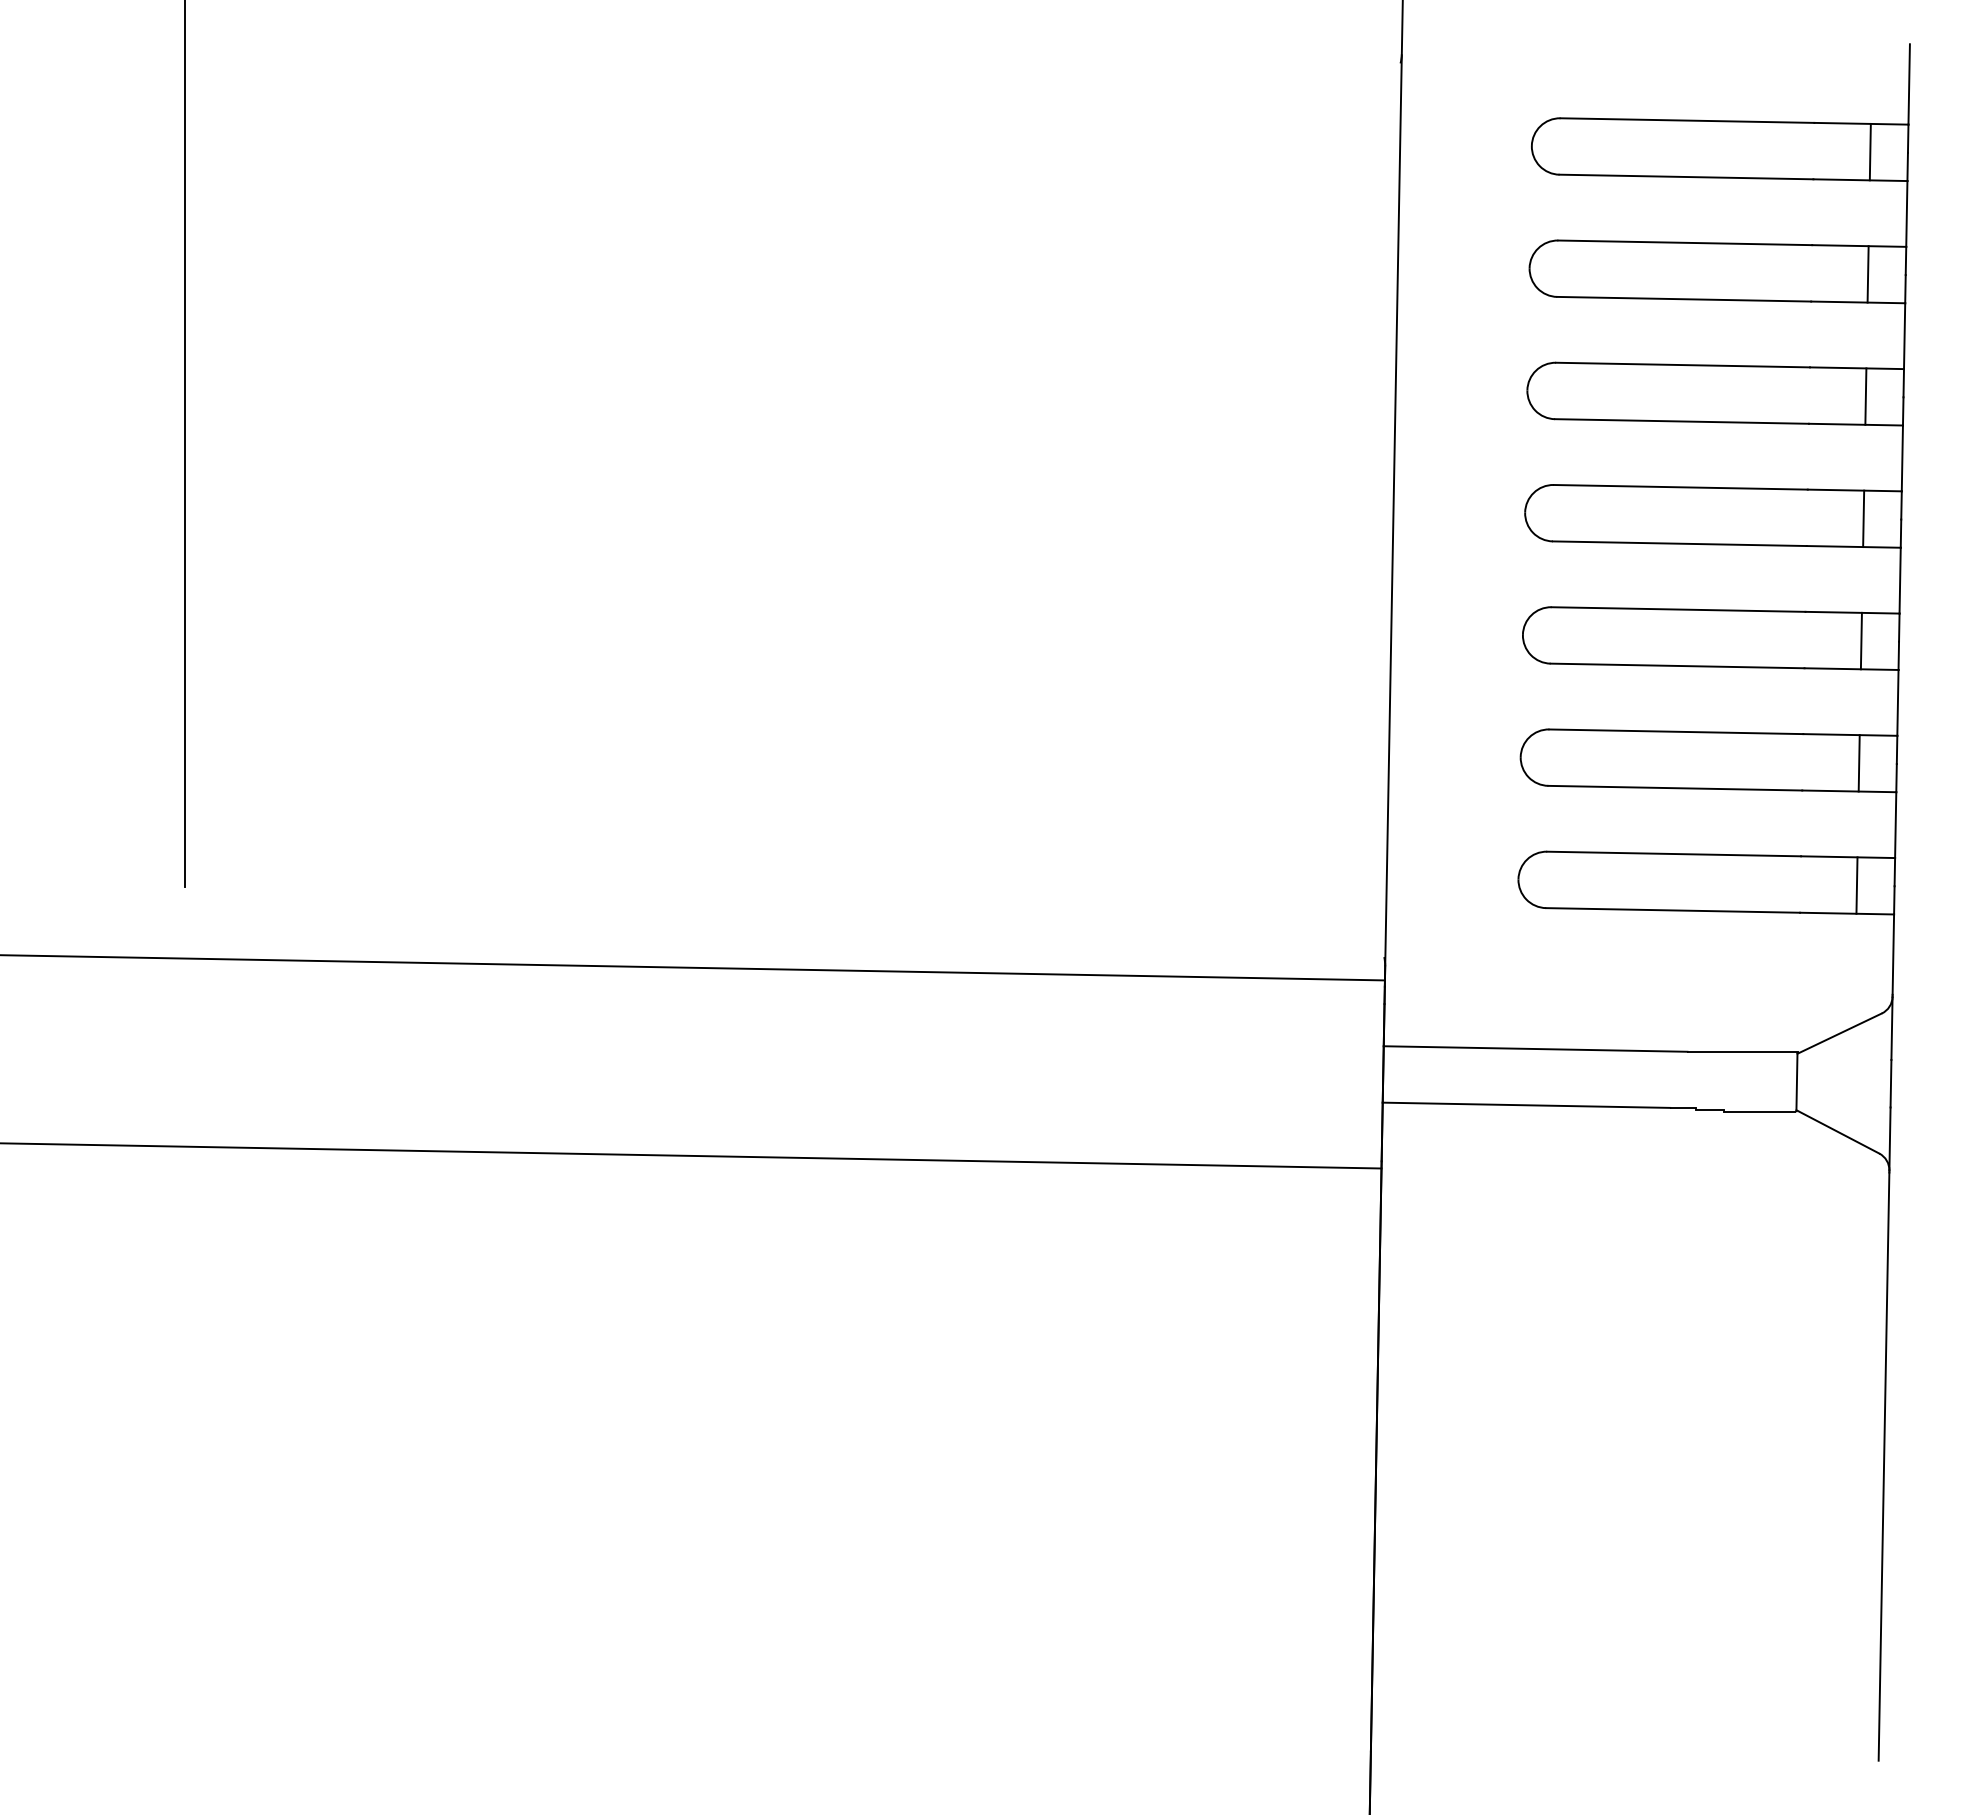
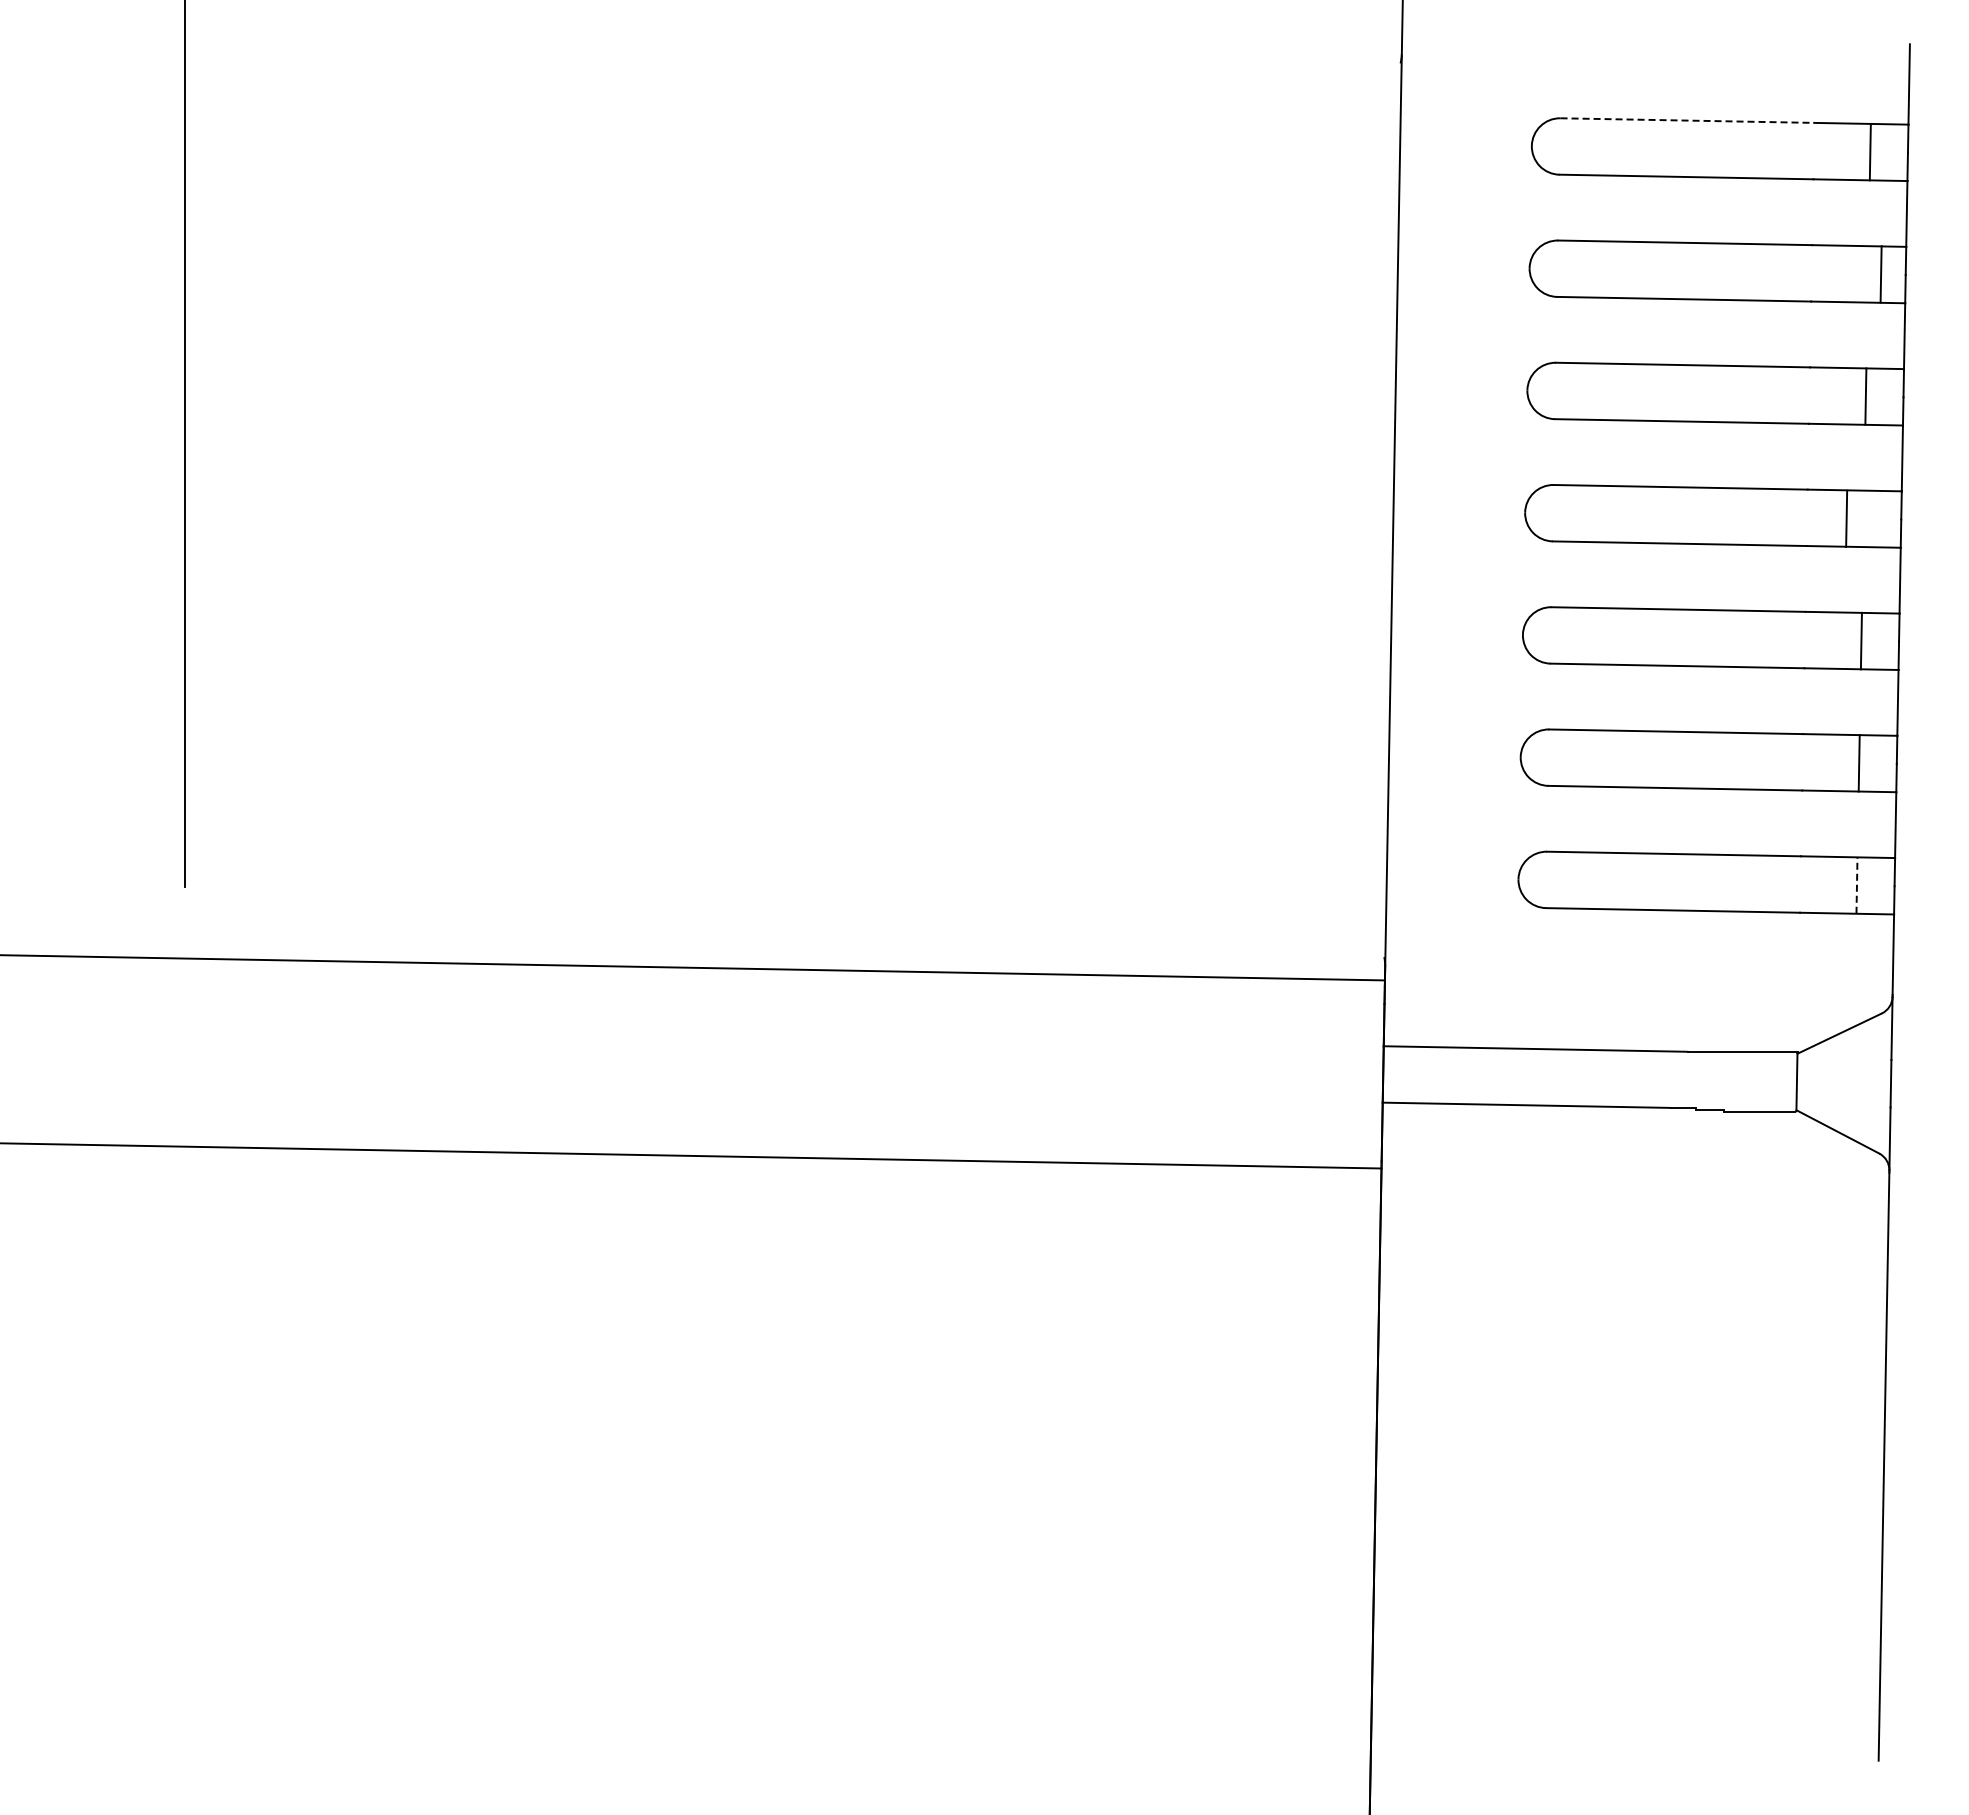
line at (1687, 120): solid -> dashed
line at (1867, 274) position: (1867, 274) -> (1880, 274)
line at (1863, 518) position: (1863, 518) -> (1846, 518)
line at (1856, 885): solid -> dashed
